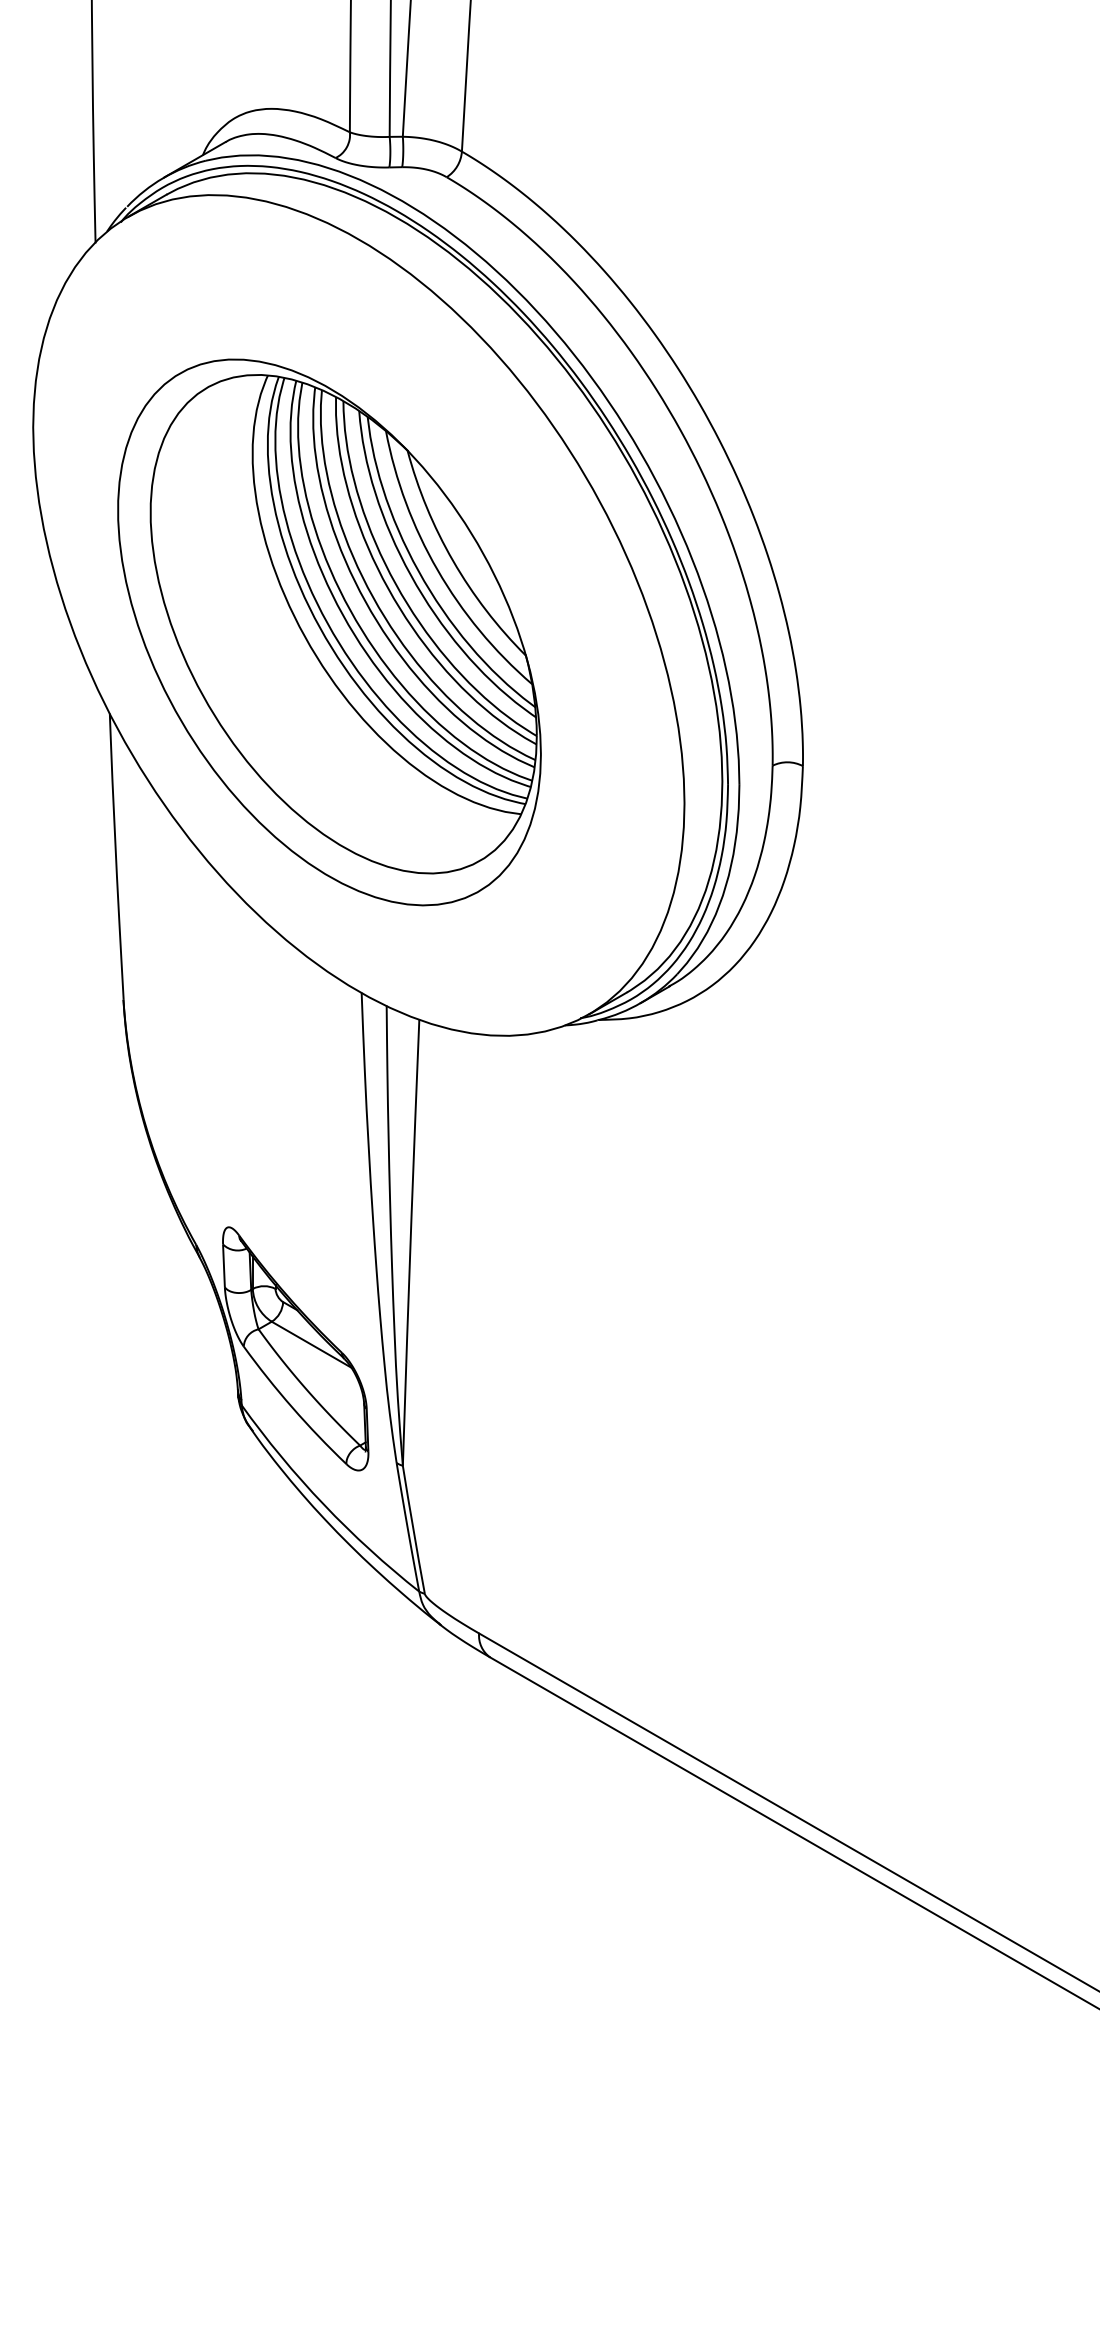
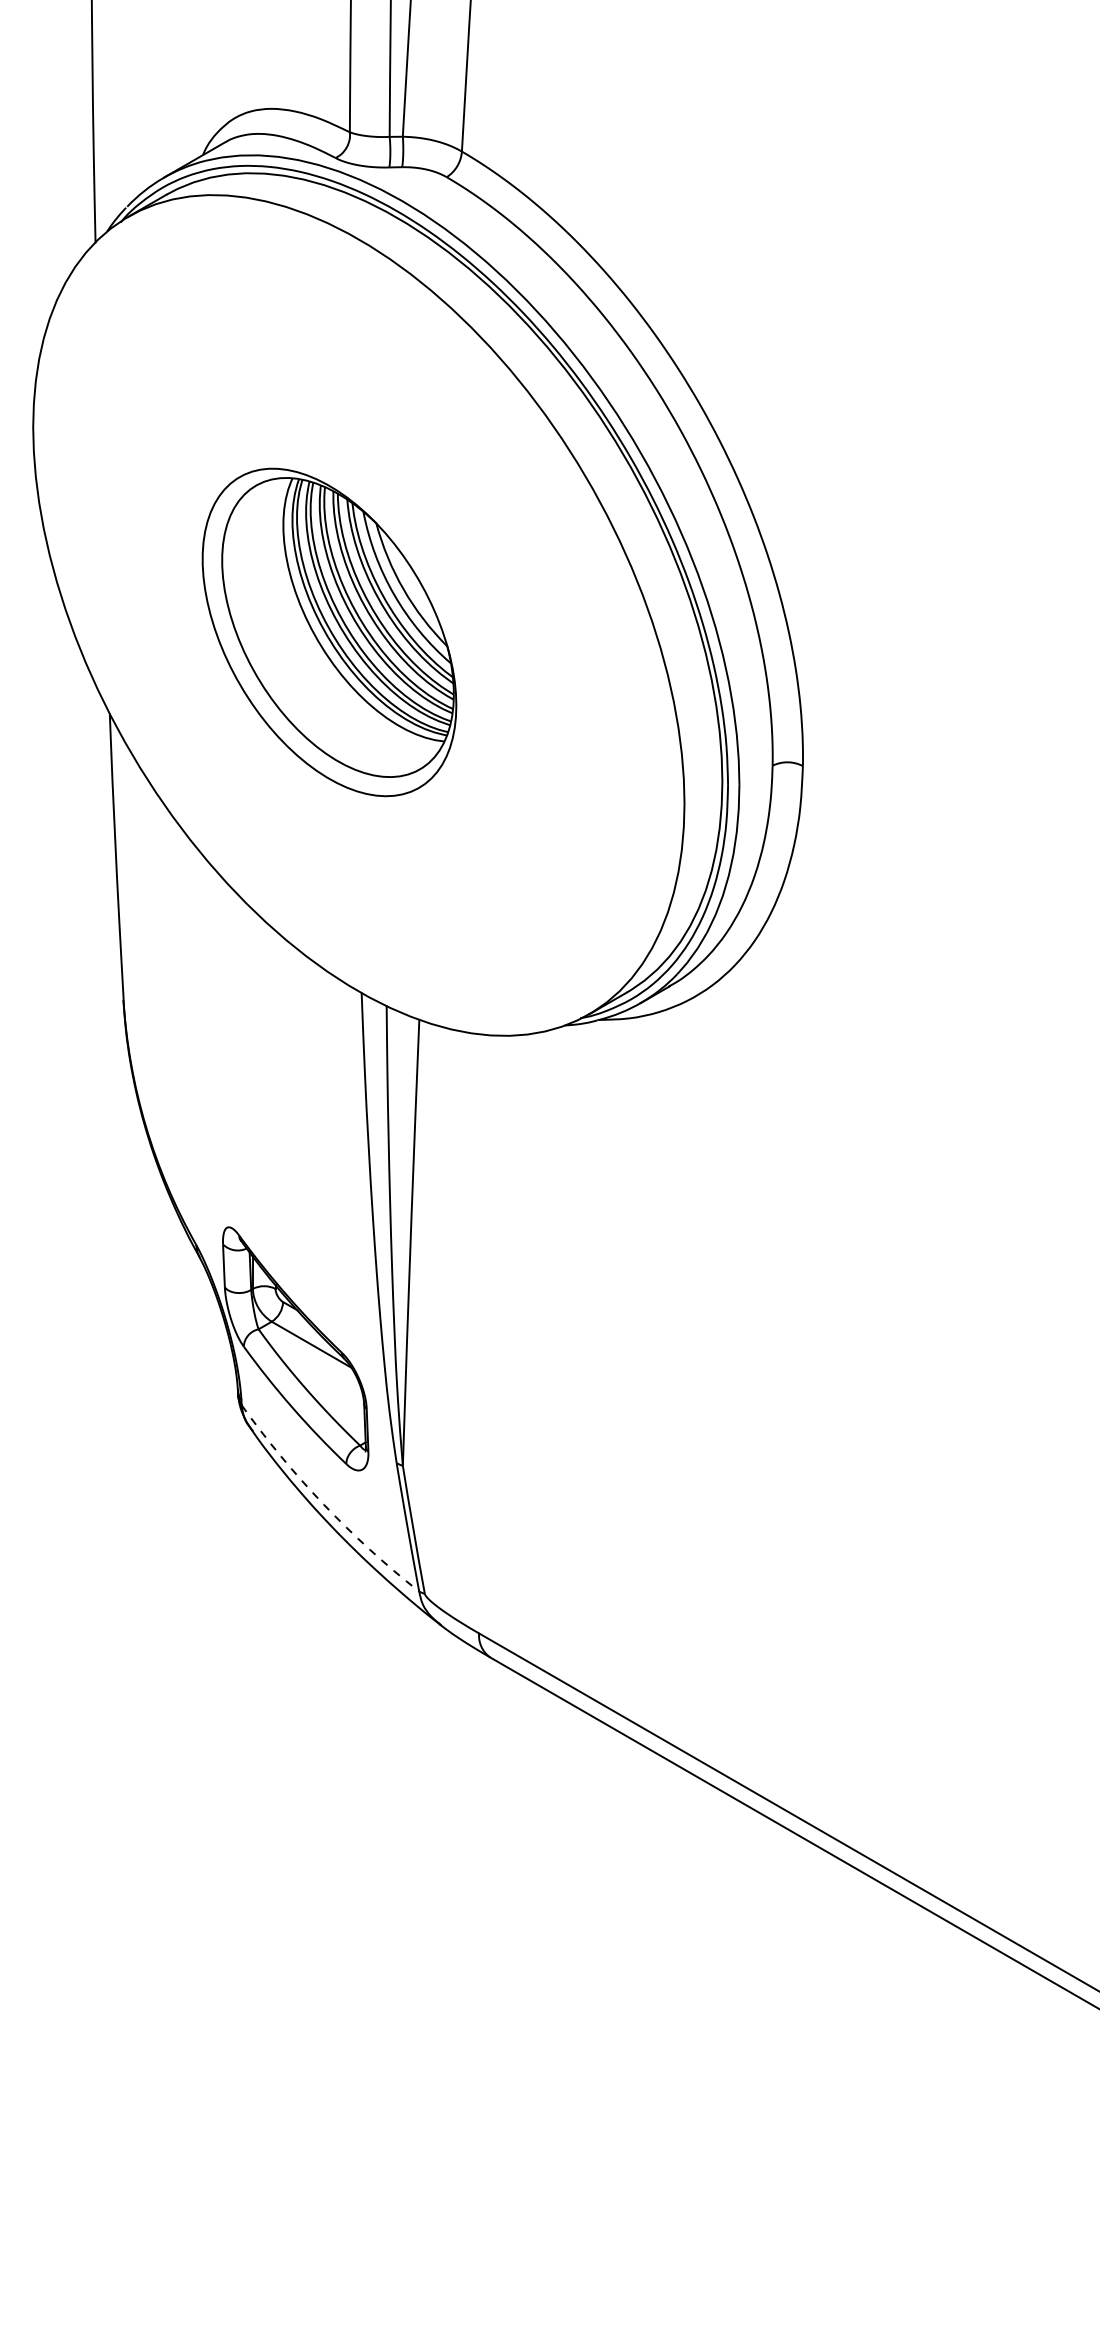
part at (329, 632) size: 425x549 px -> 257x331 px
arc at (323, 1504): solid -> dashed
